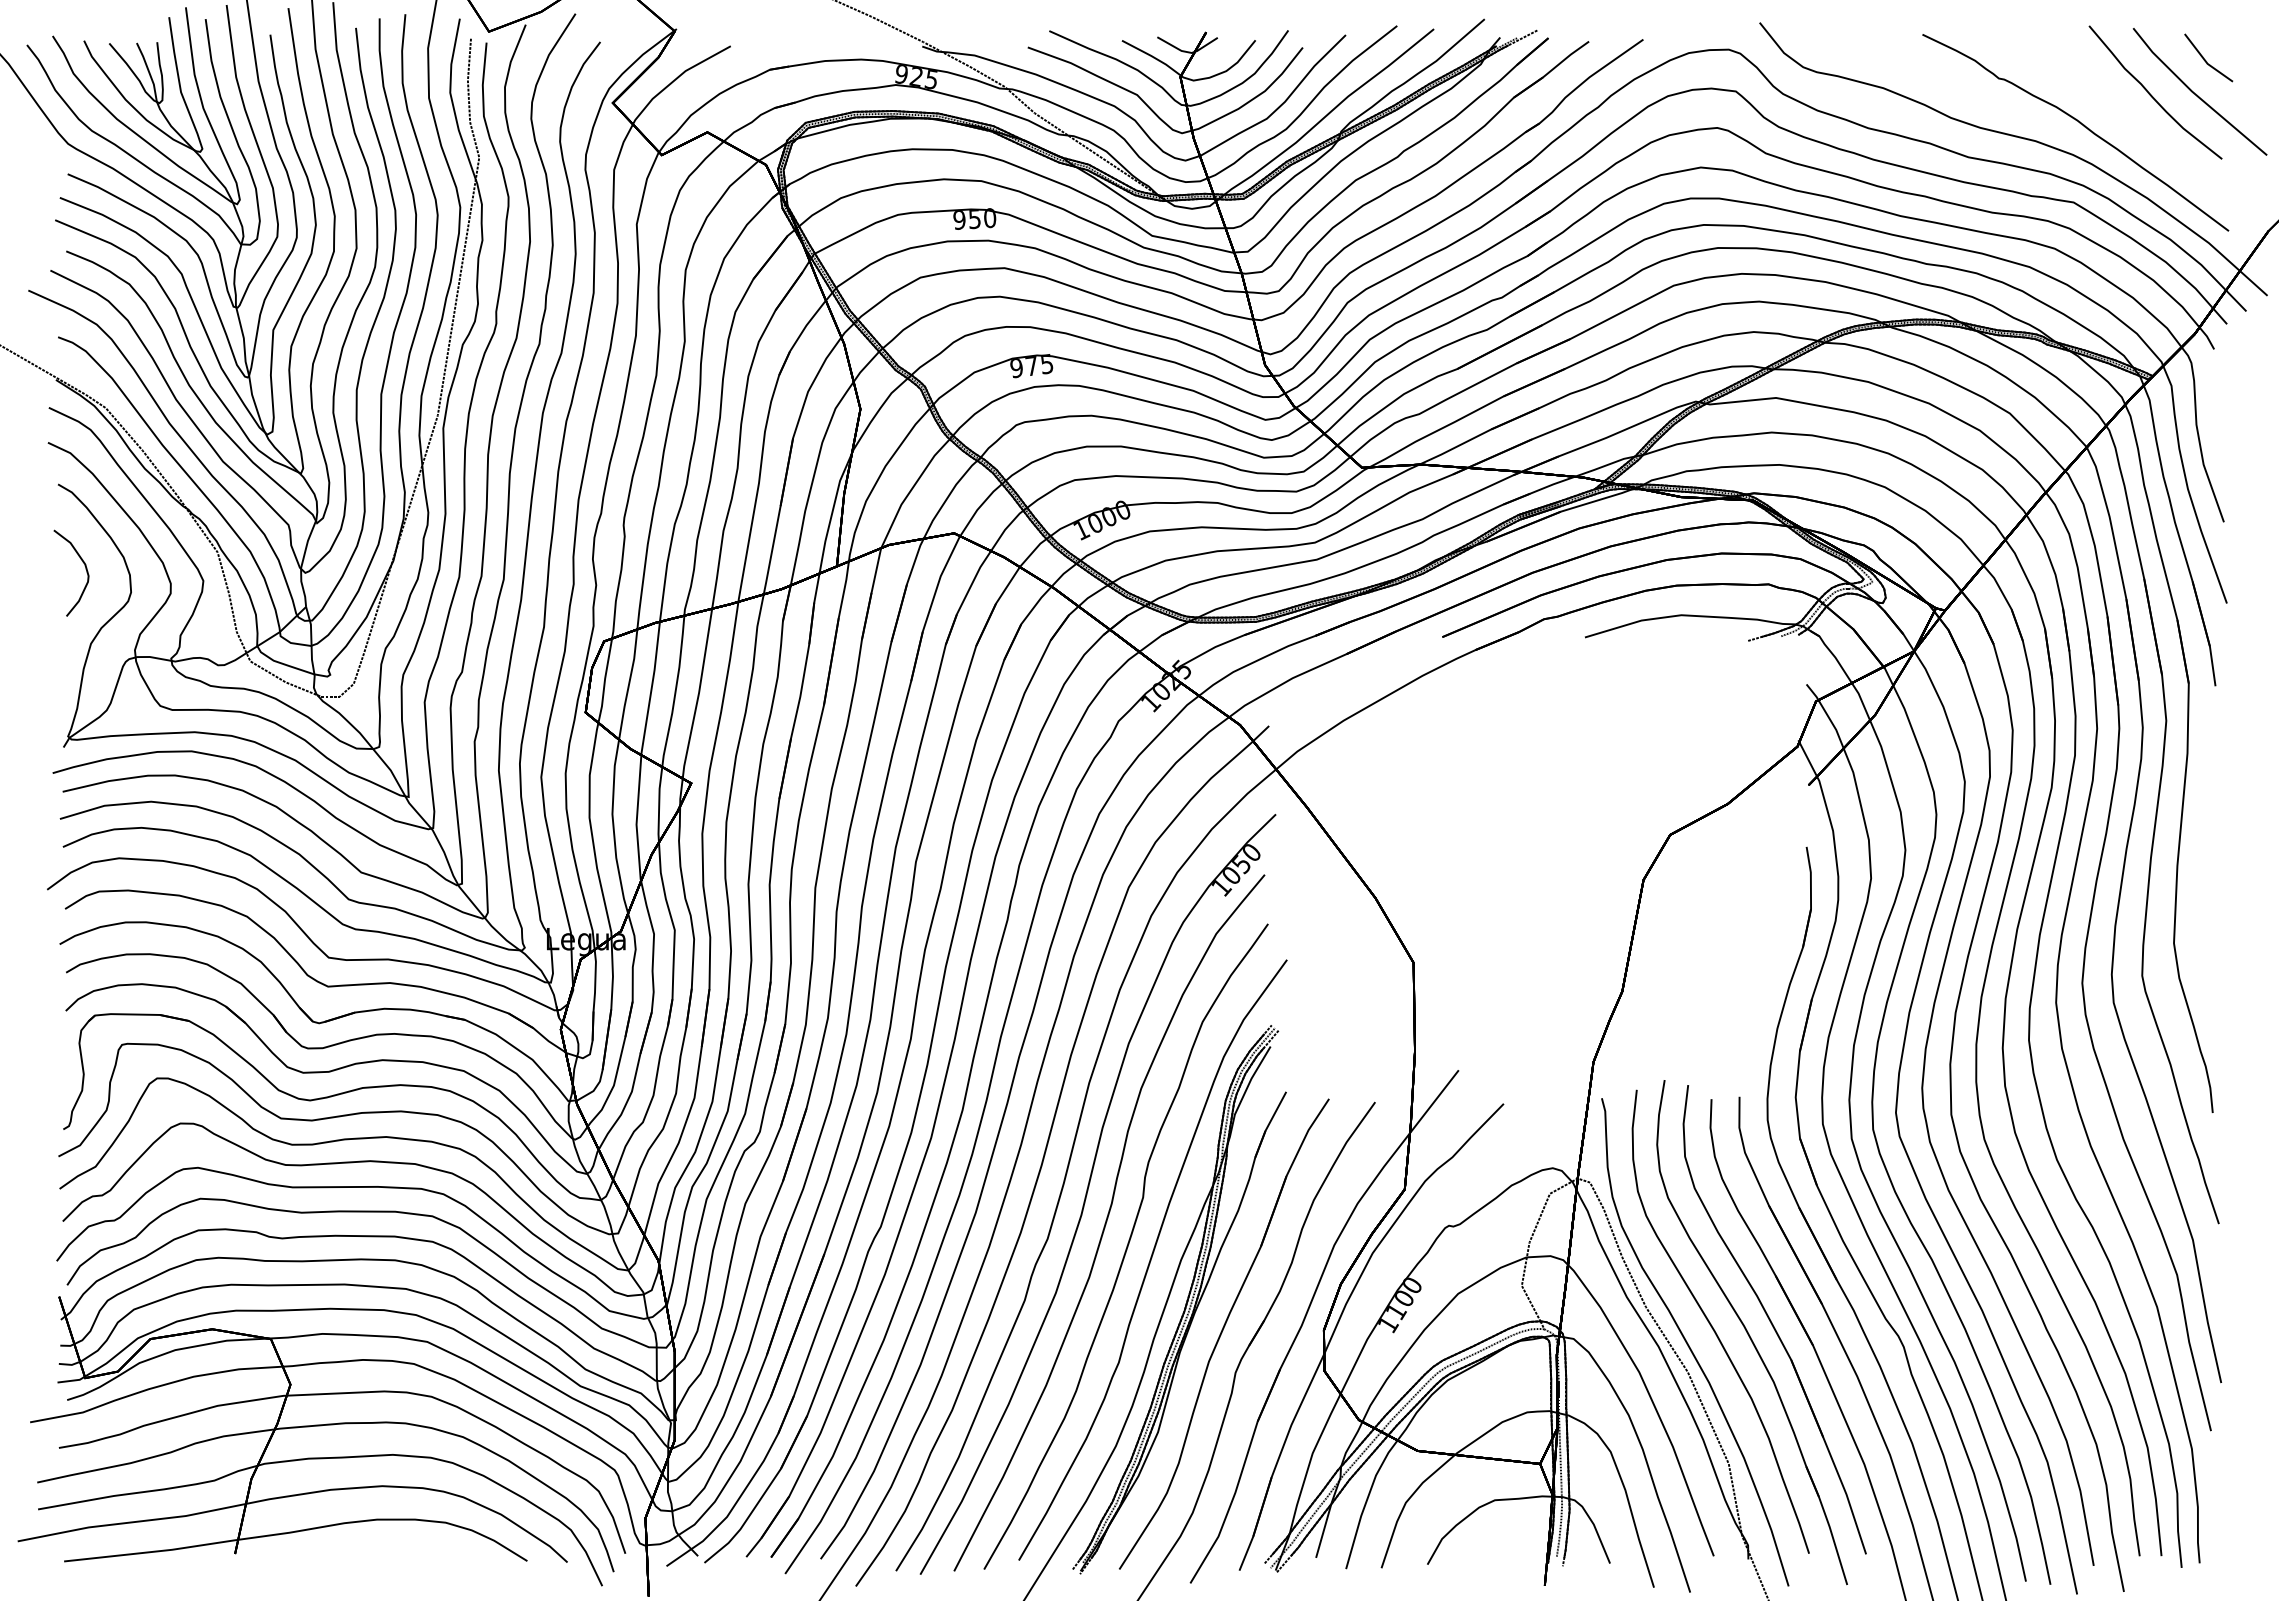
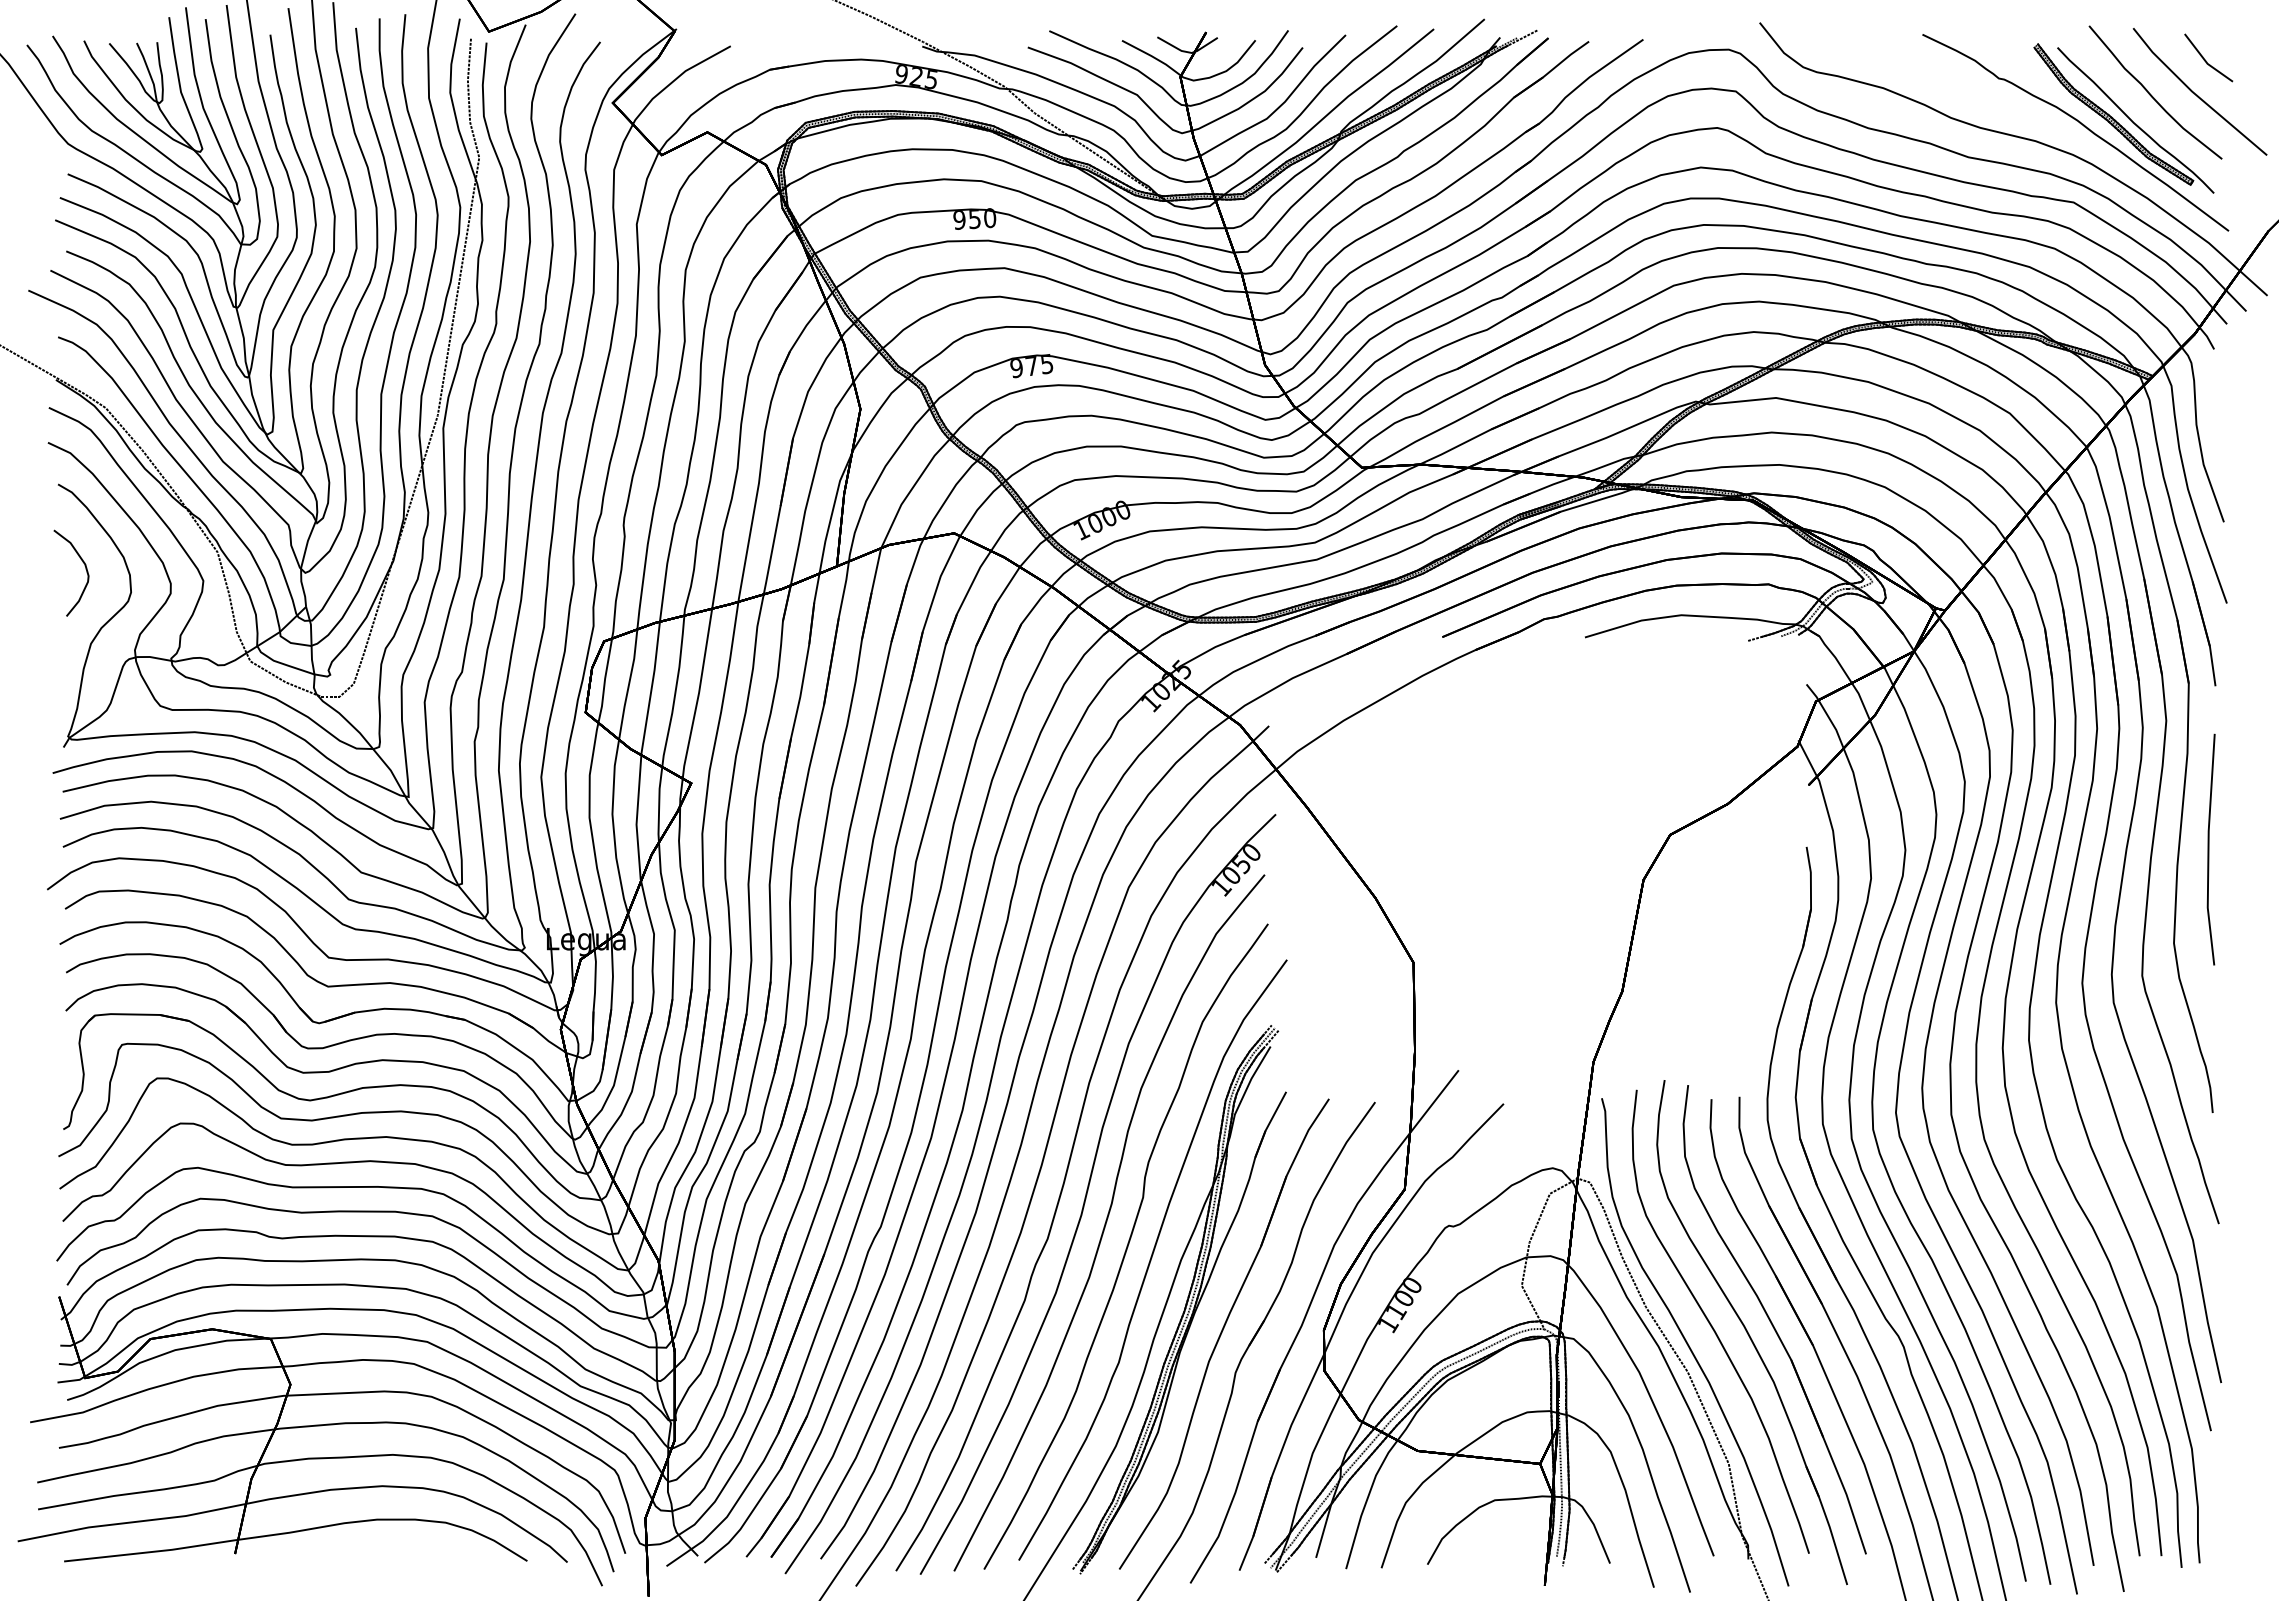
part at (2123, 118): none -> present
line at (2209, 849): none -> present
